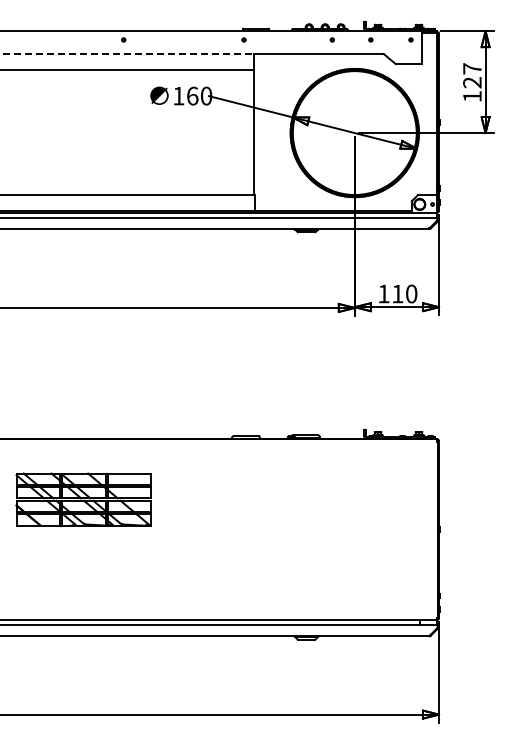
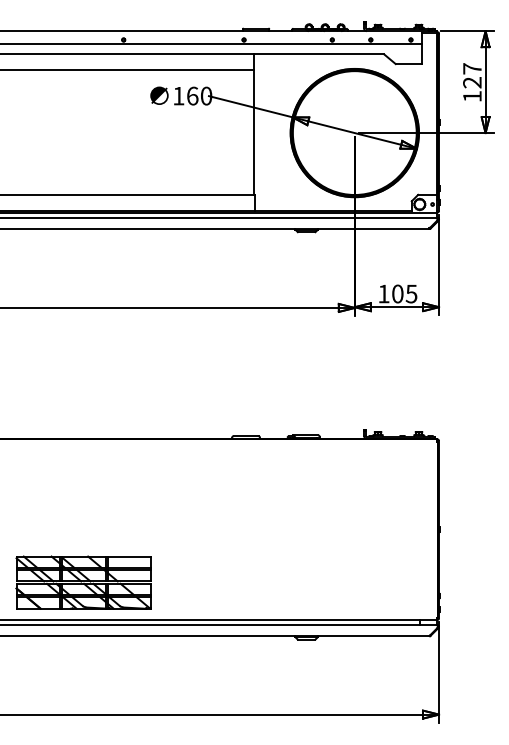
line at (212, 44): none -> present
line at (127, 54): dashed -> solid
text at (404, 293): 110 -> 105
part at (83, 499) position: (83, 499) -> (83, 582)
